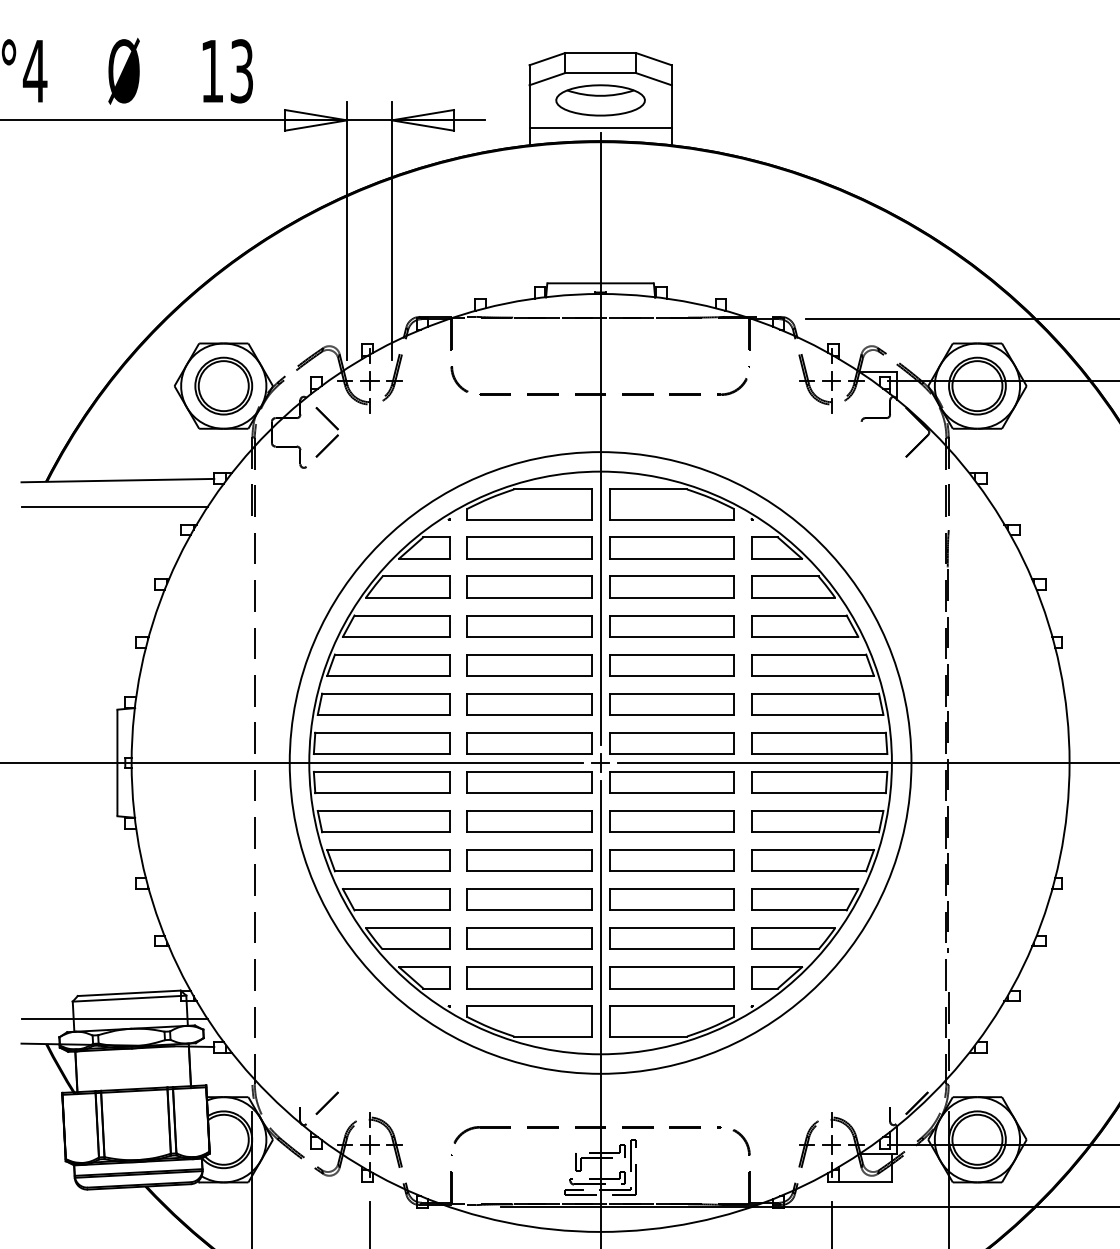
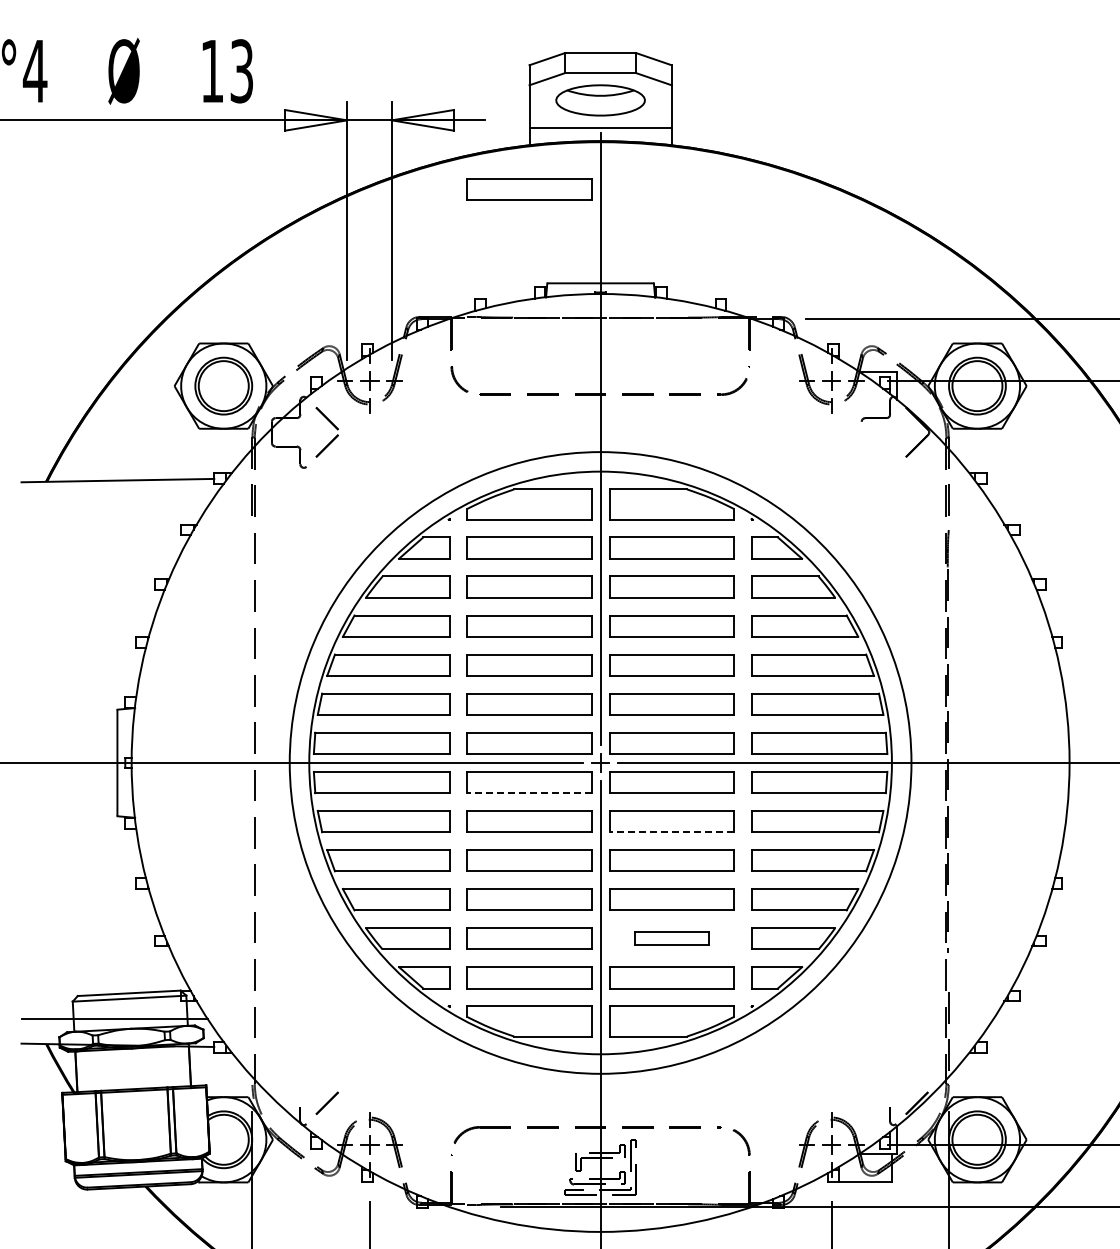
part at (529, 189): none -> present
line at (114, 507): present -> none
line at (529, 793): solid -> dashed
line at (671, 832): solid -> dashed
part at (671, 938) size: 126x23 px -> 76x15 px
